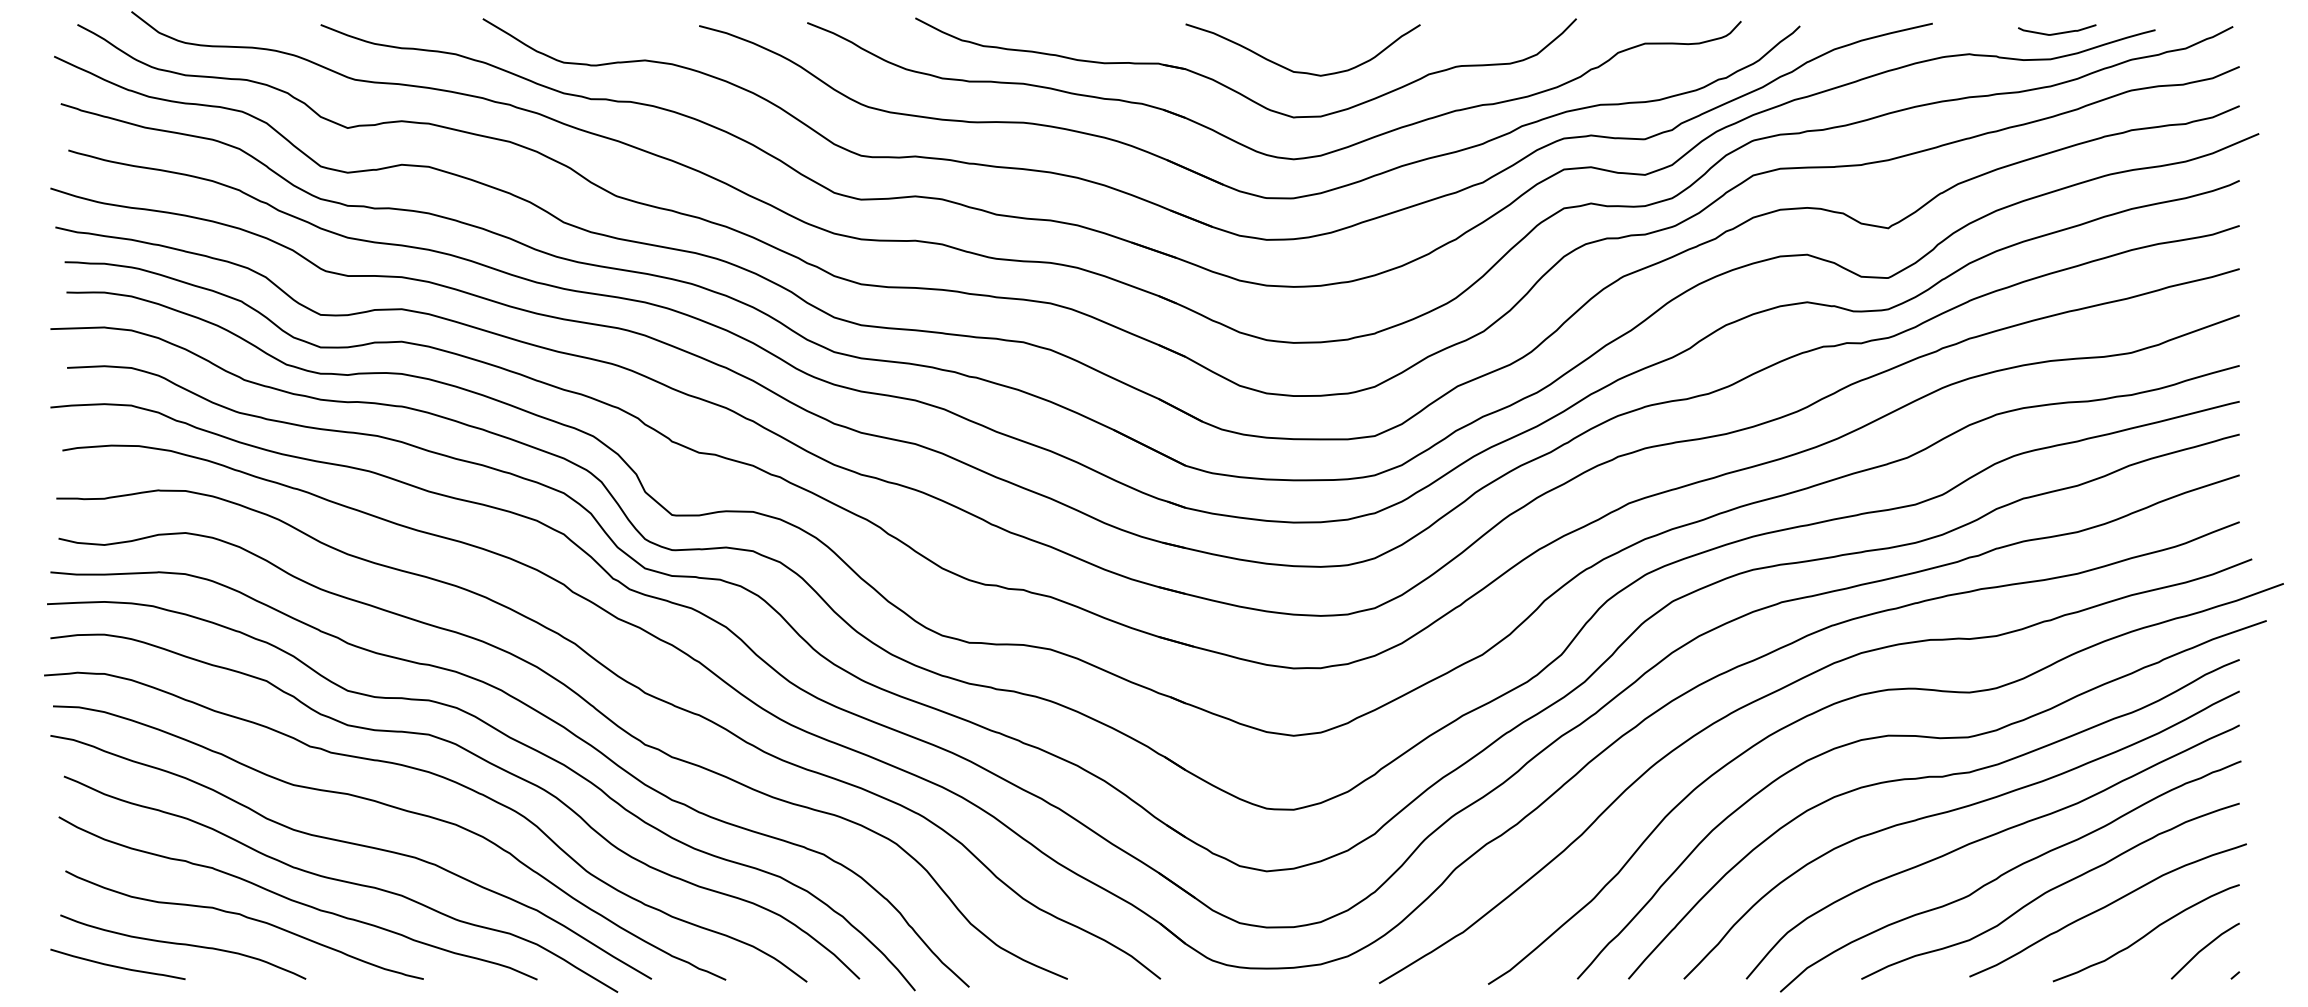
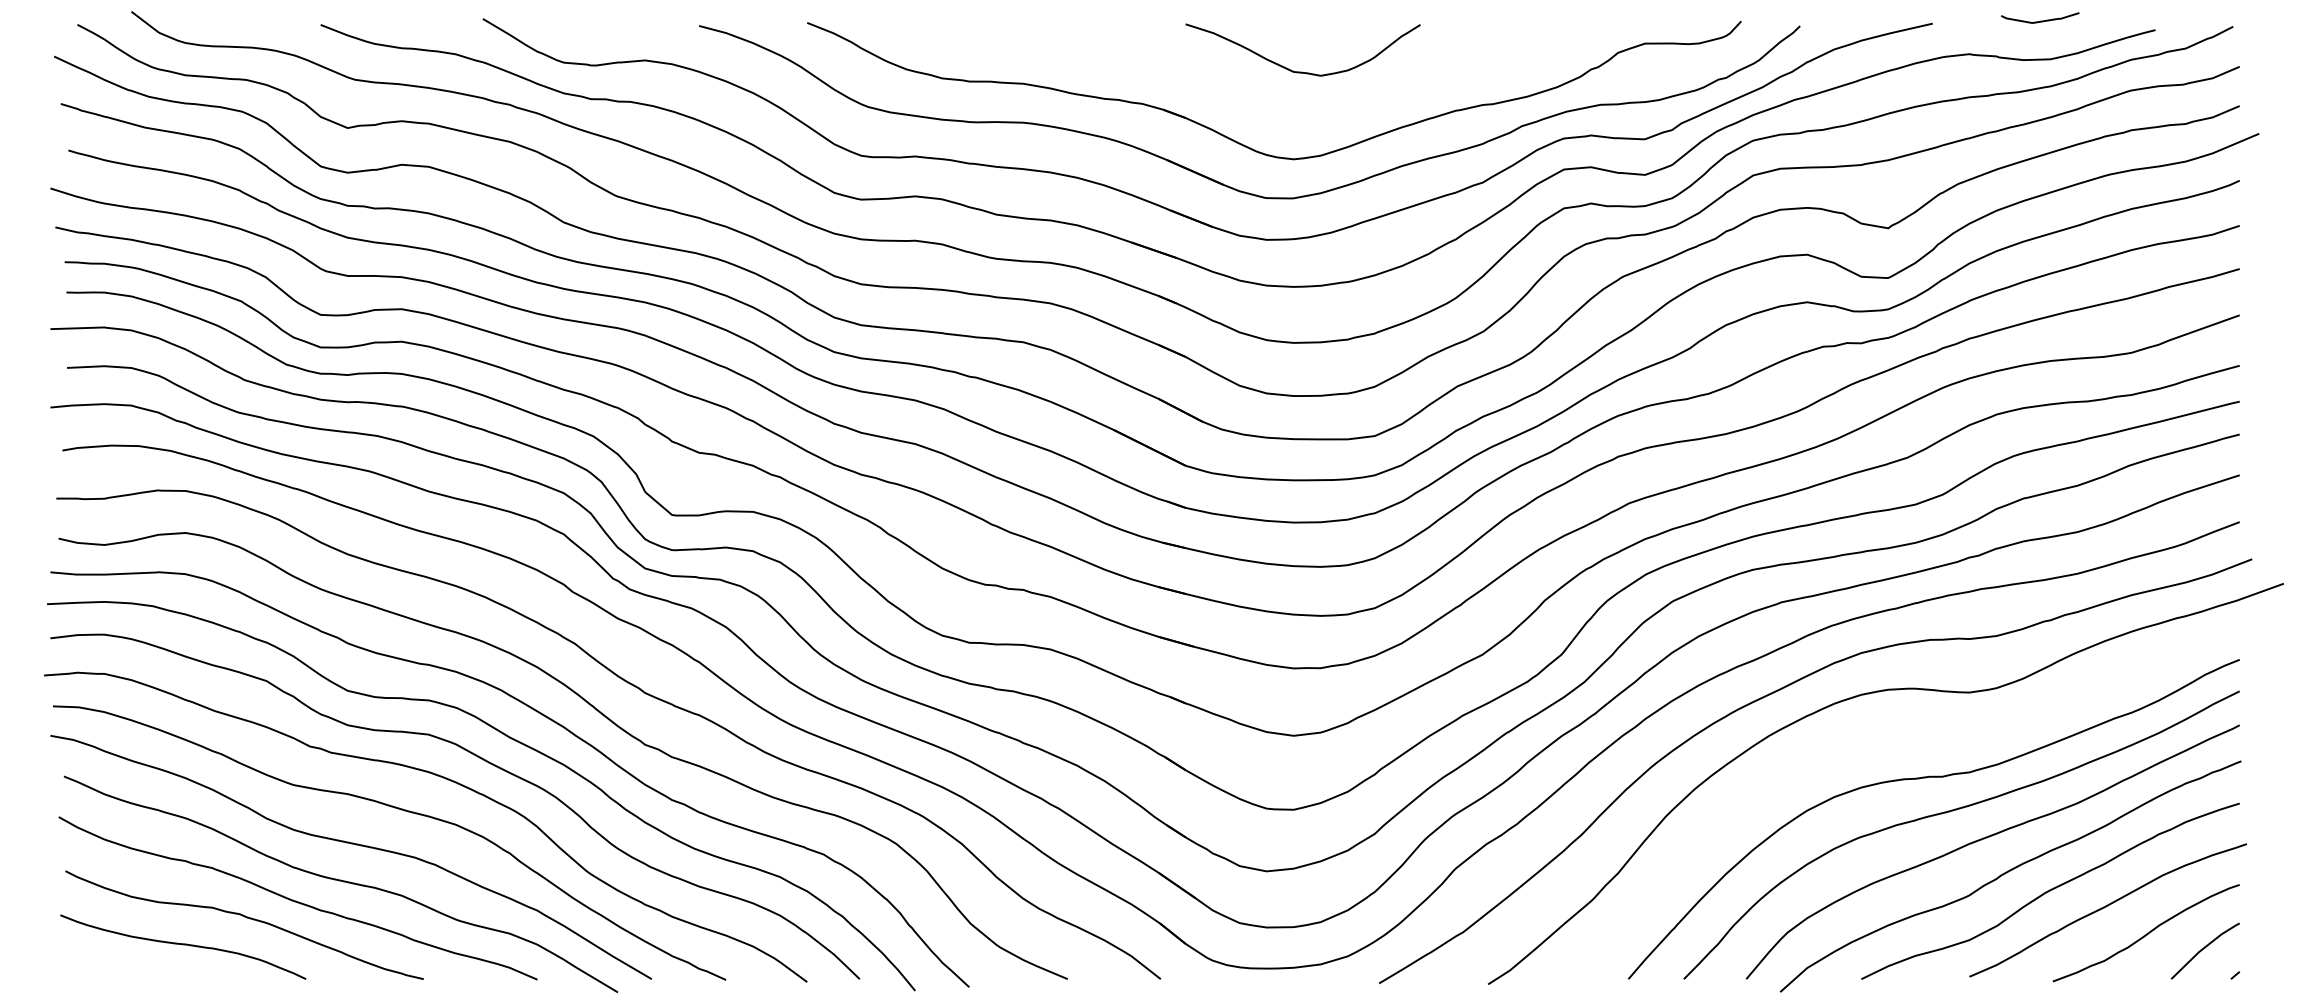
curve at (2057, 32) position: (2057, 32) -> (2040, 20)
part at (1234, 89): present -> none
curve at (1928, 738): present -> none
curve at (116, 965): present -> none
